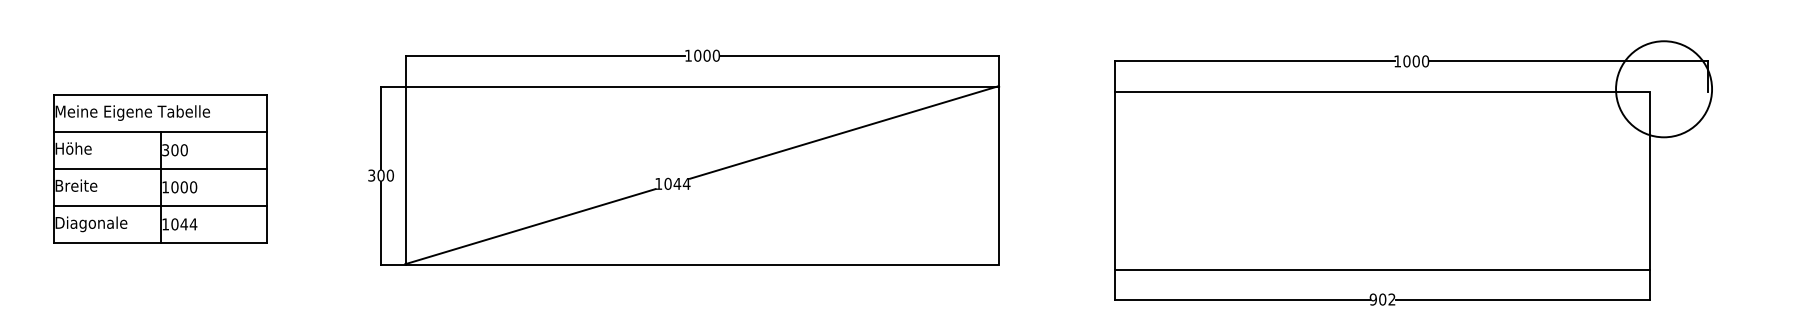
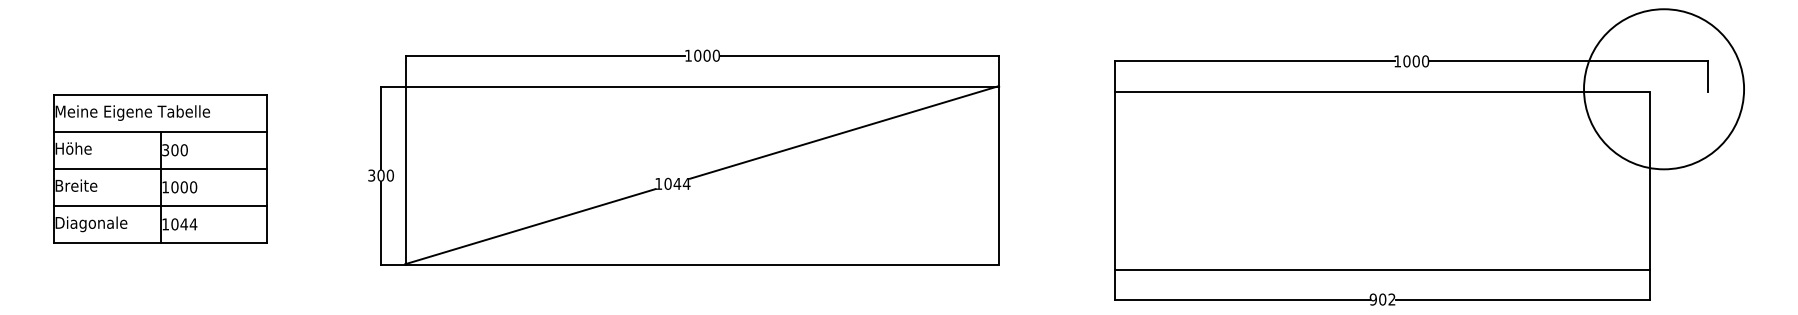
circle at (1664, 89) diameter: 96 px -> 160 px
